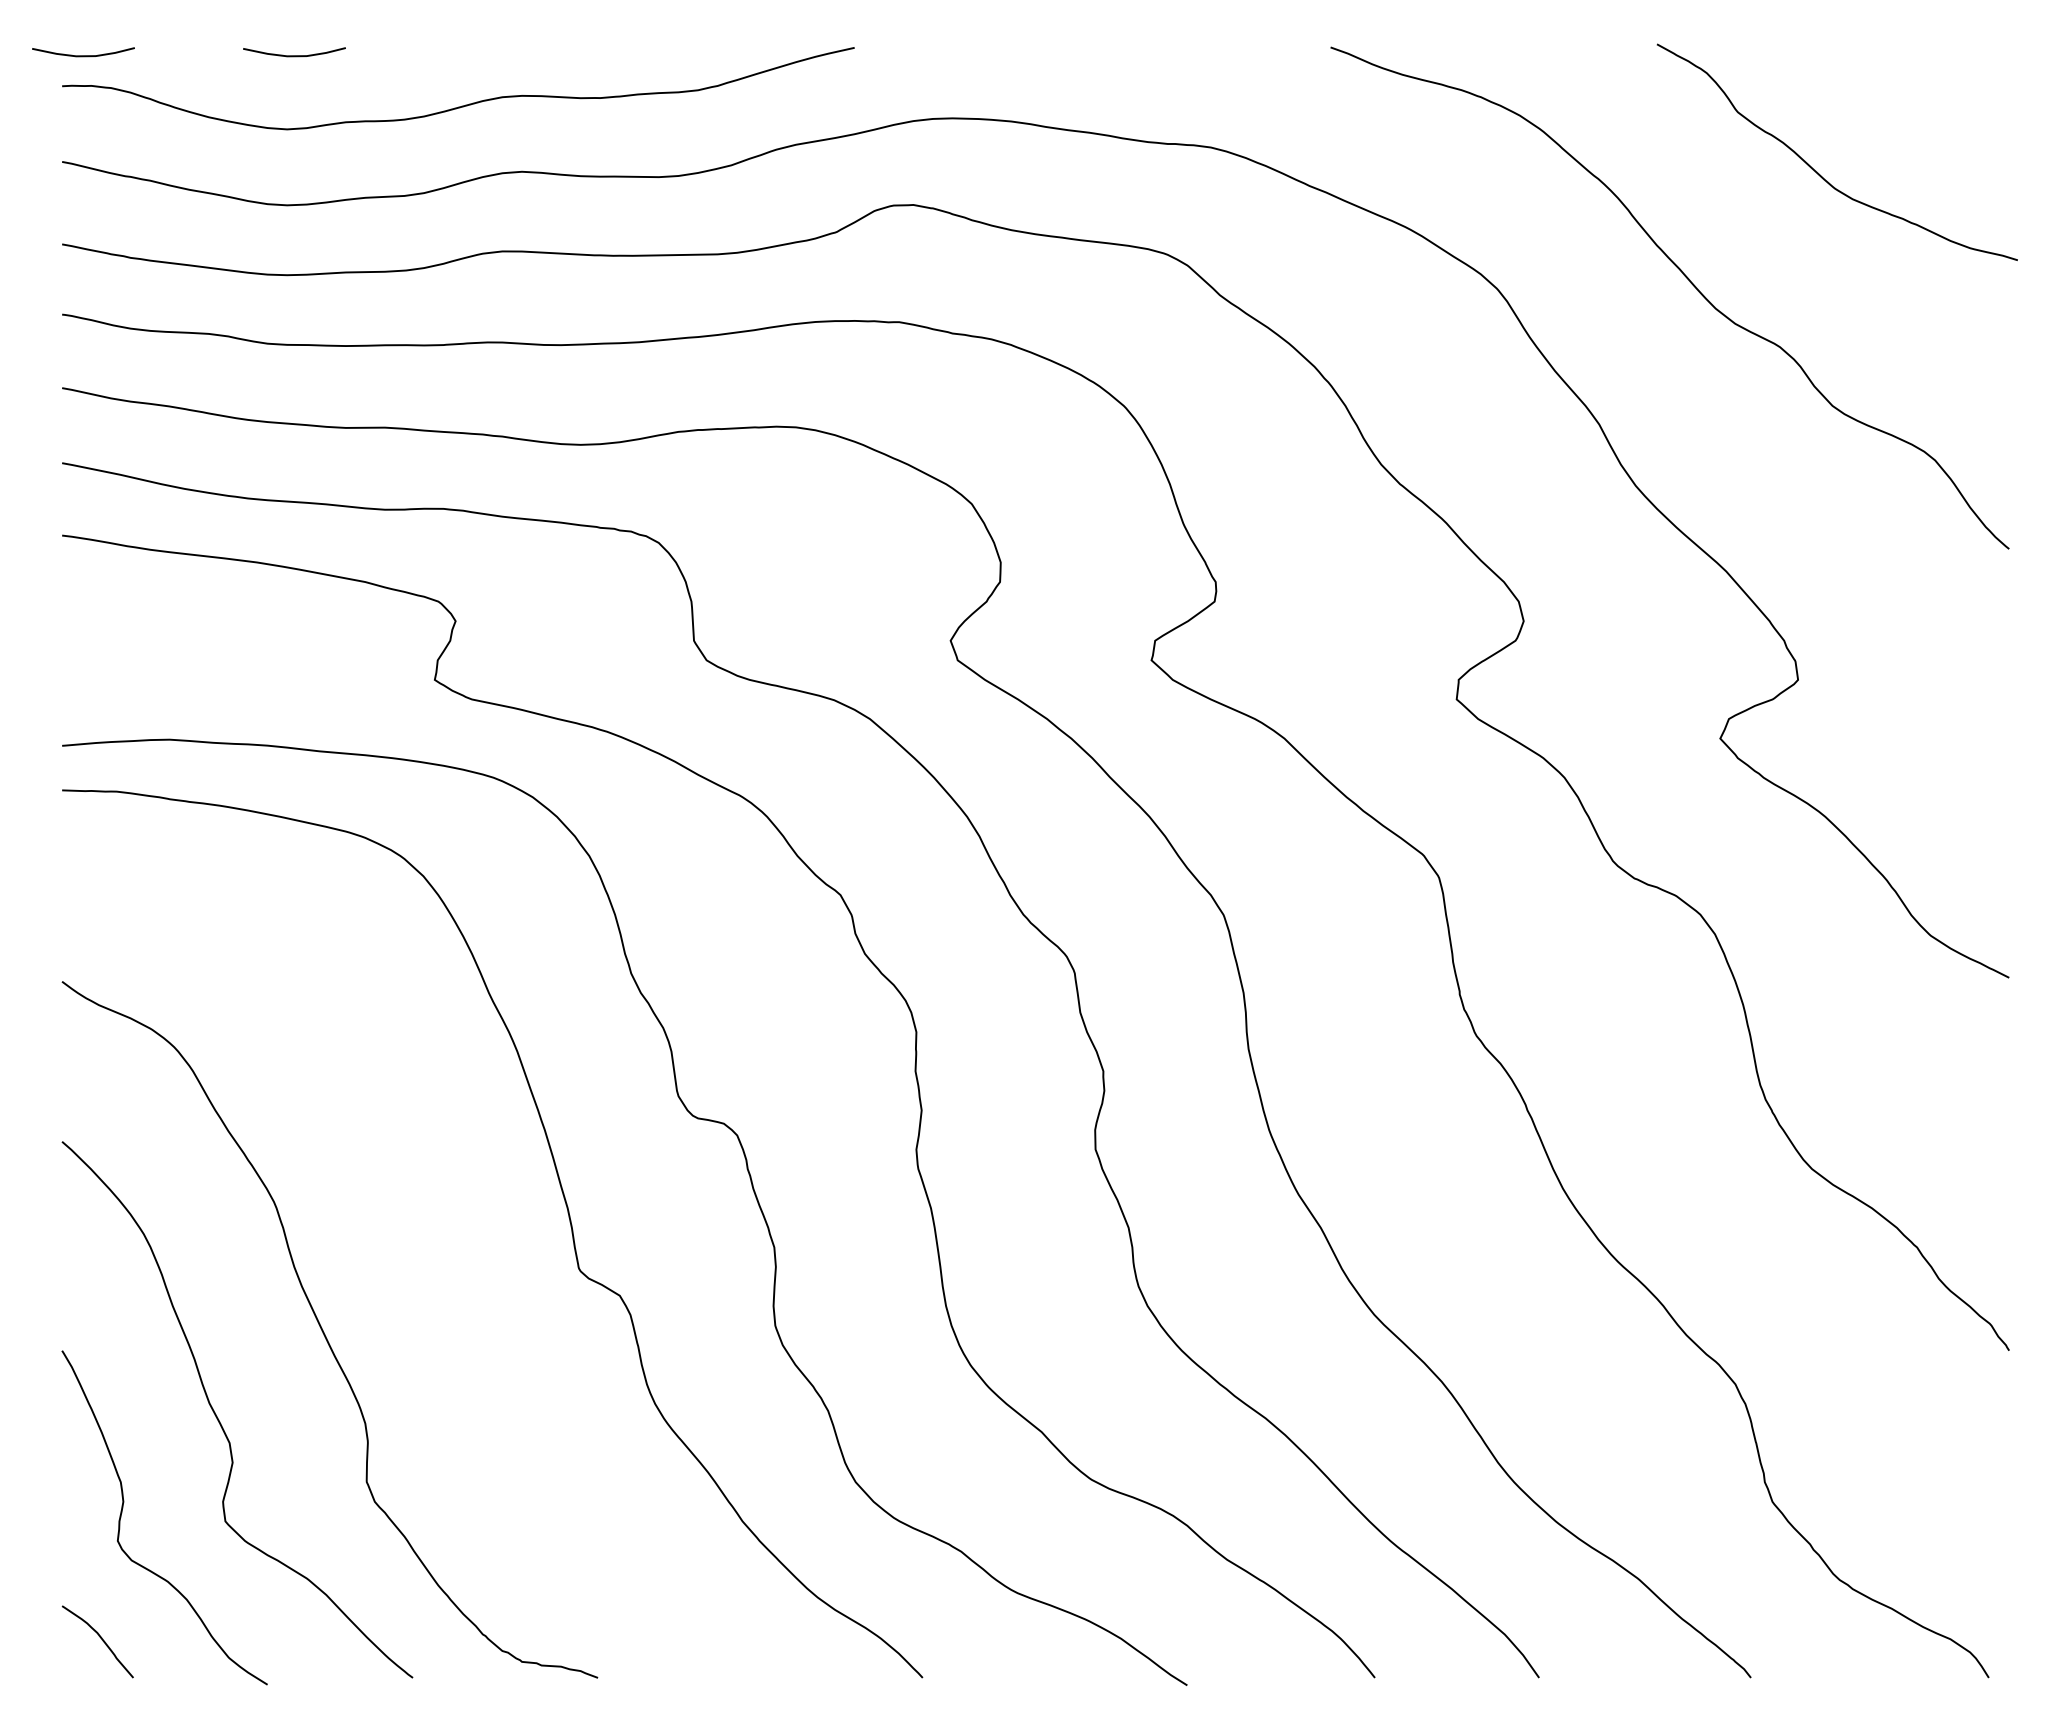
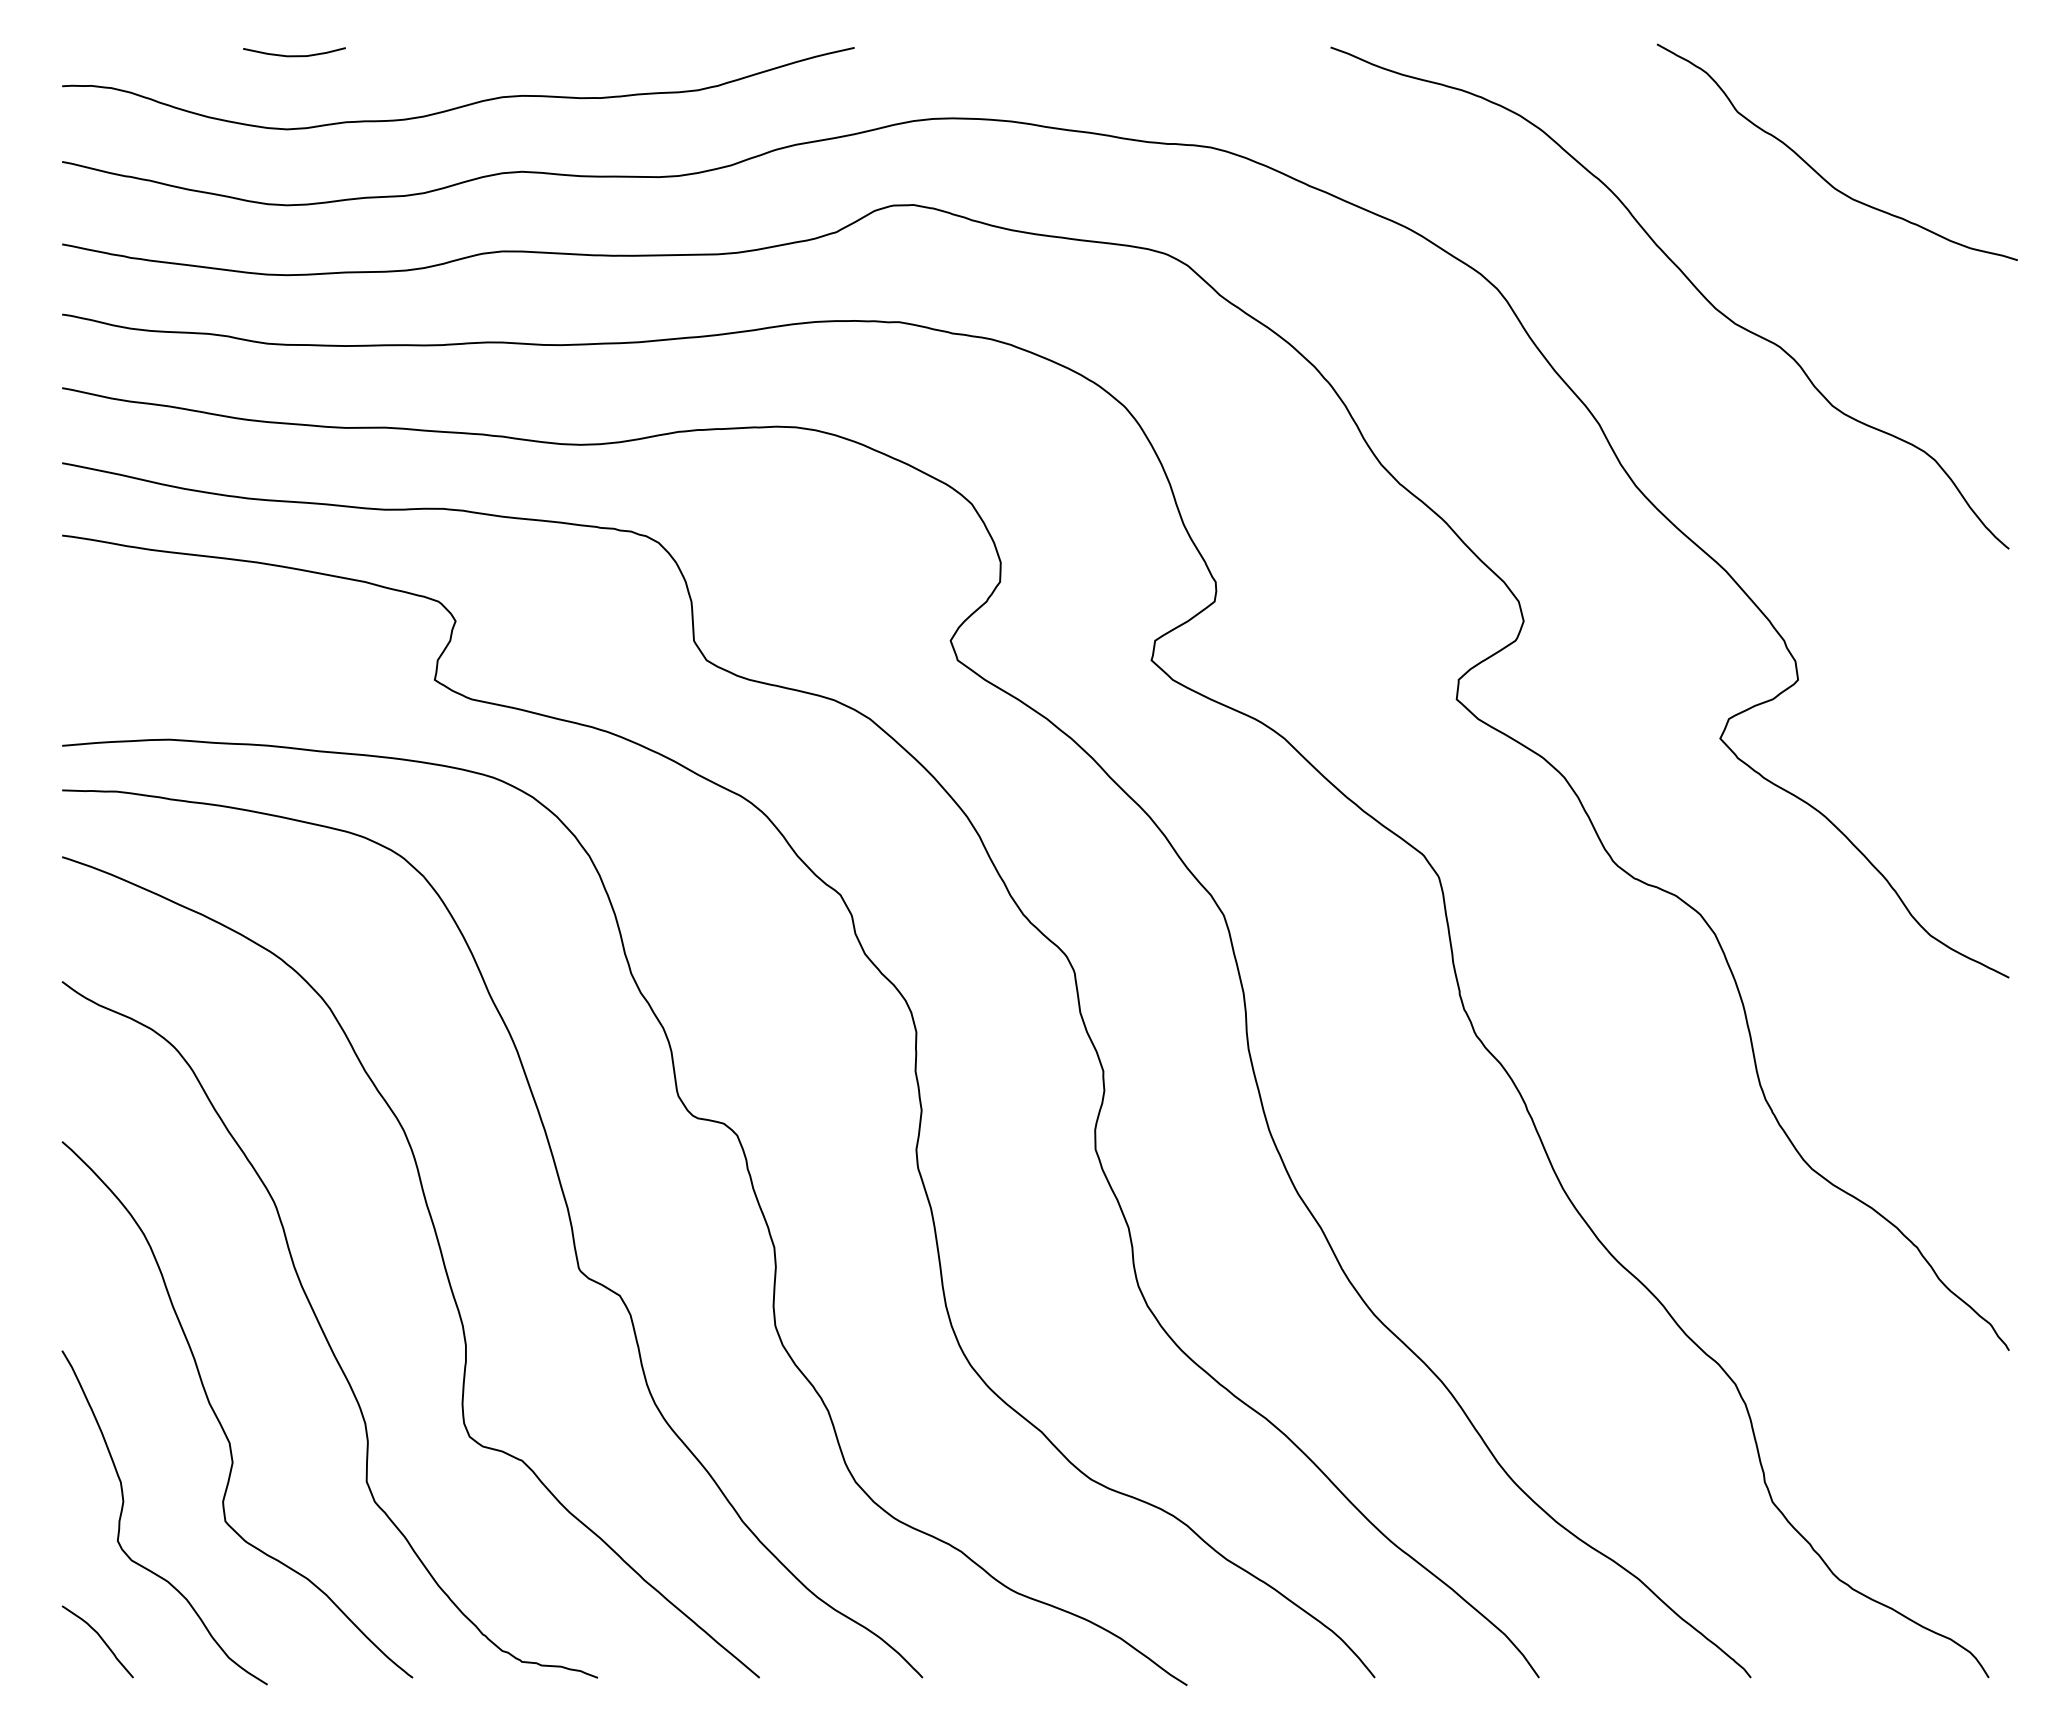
curve at (83, 55): present -> none
curve at (441, 1258): none -> present
